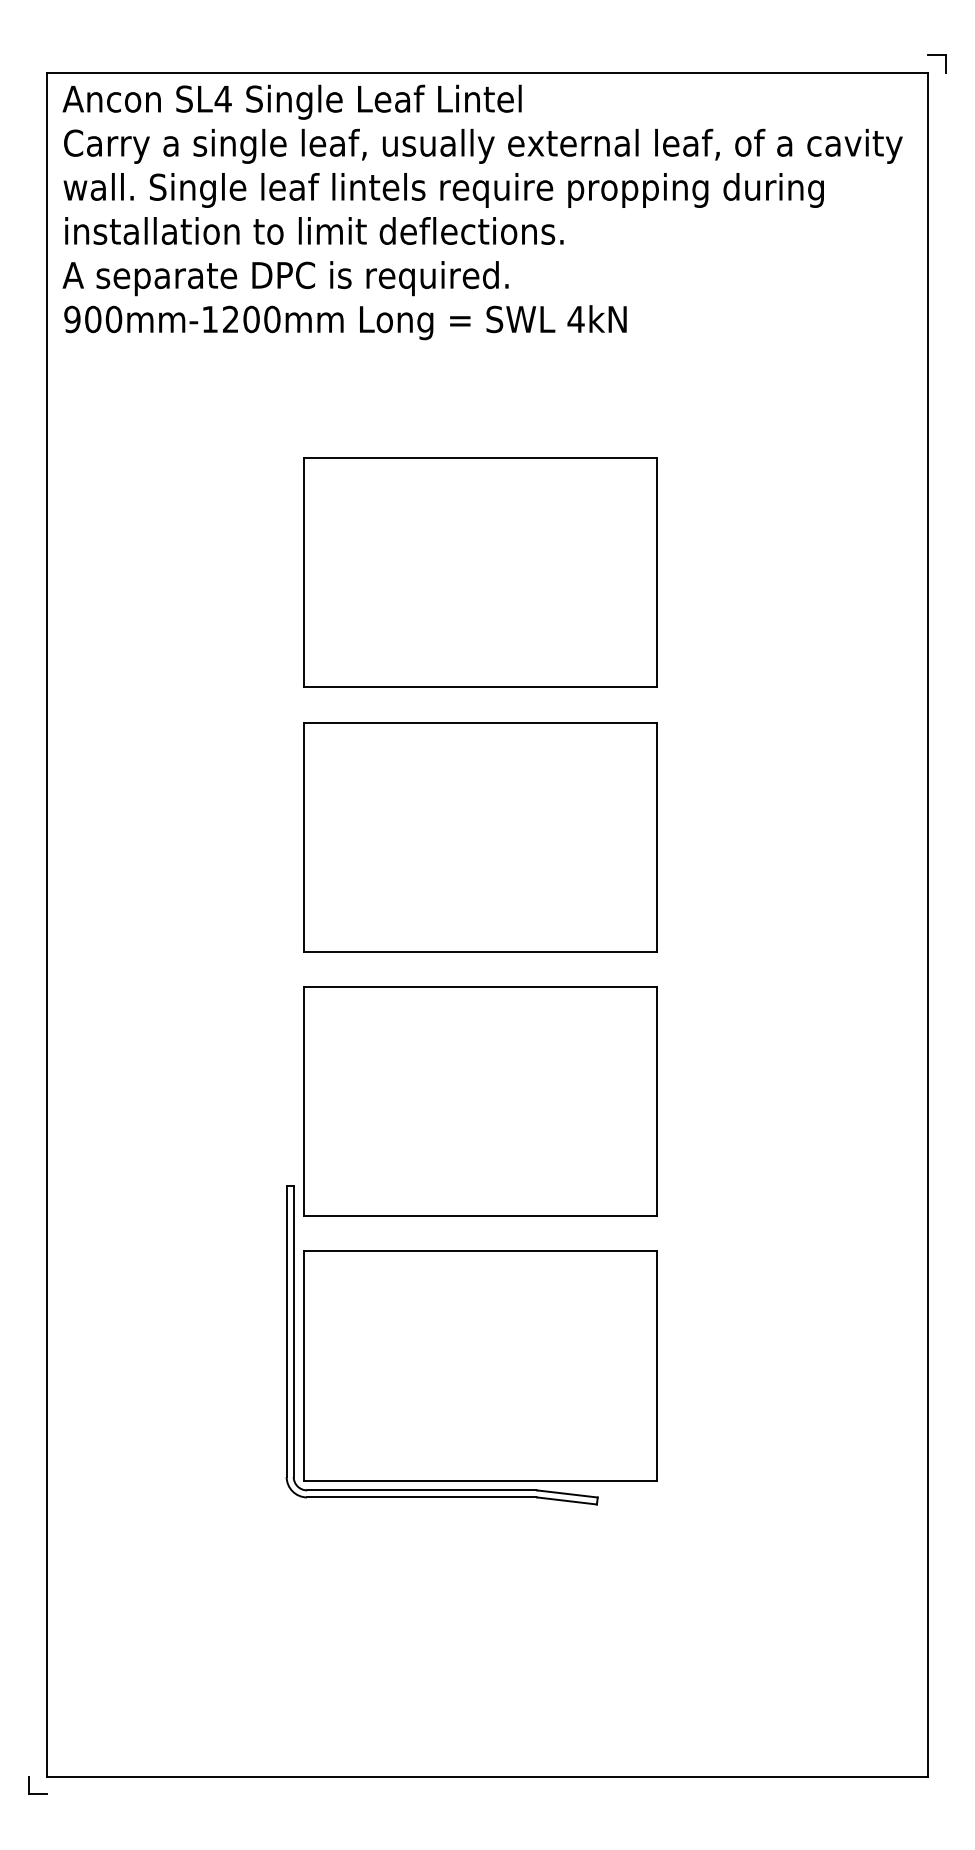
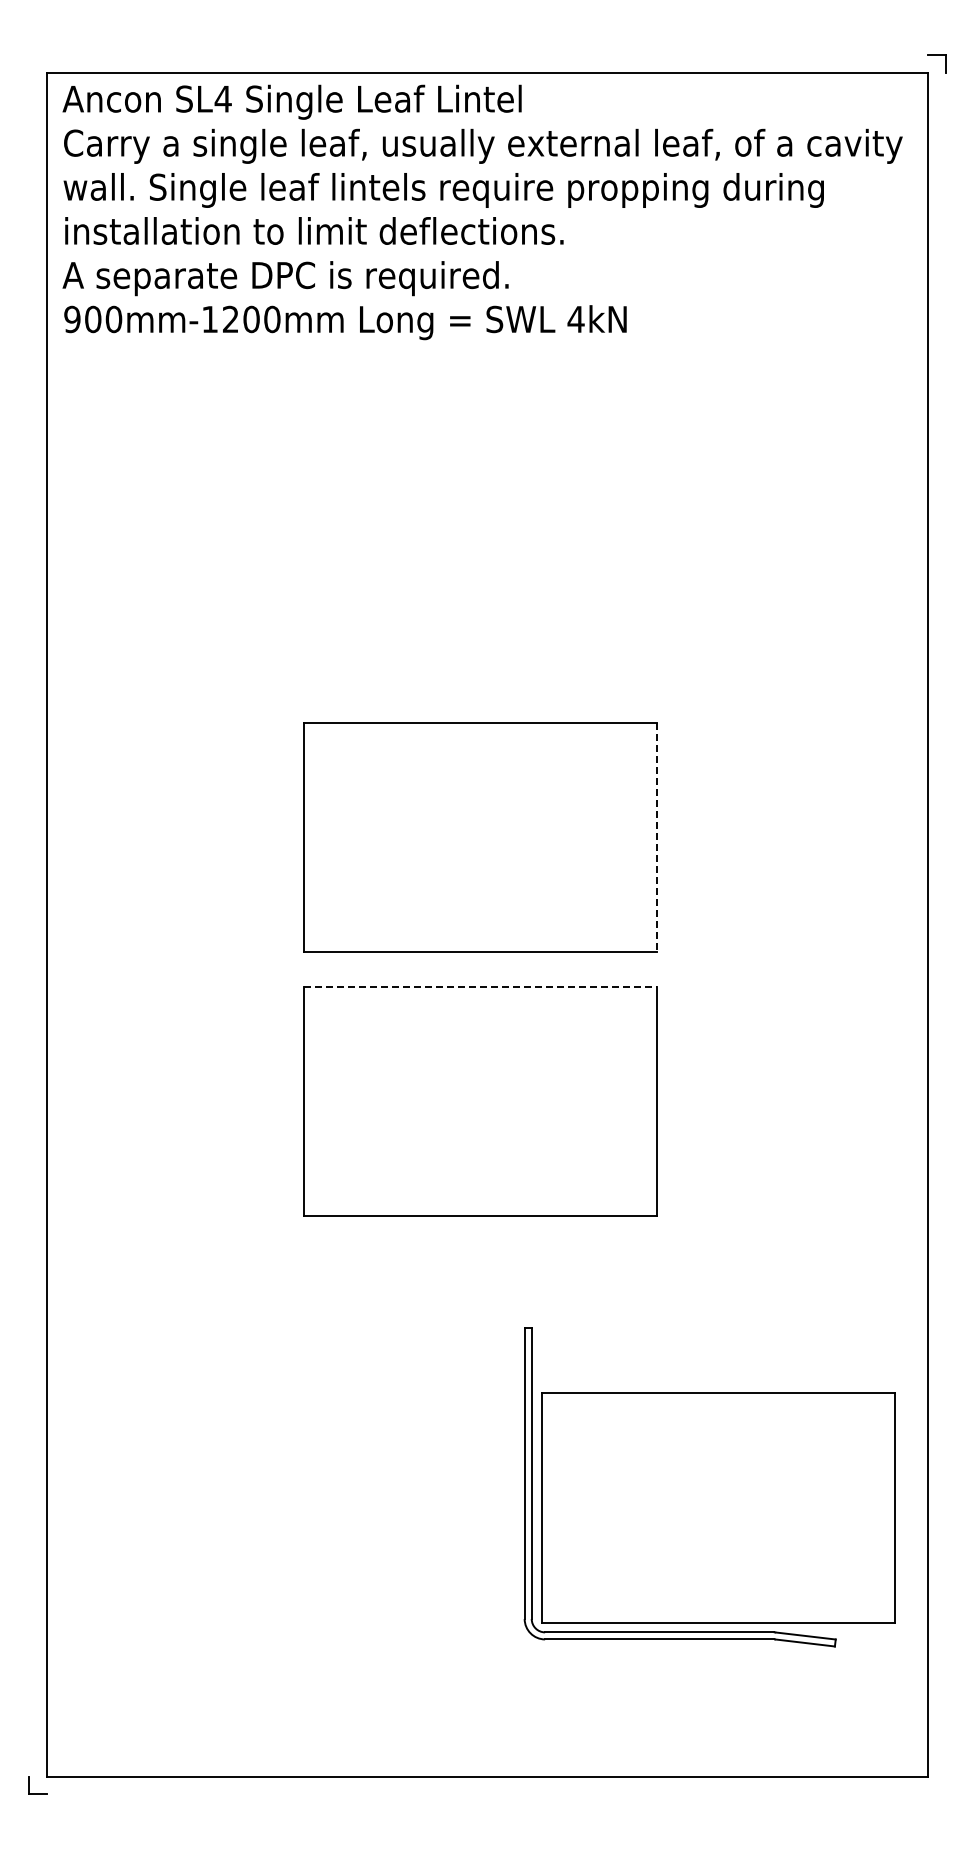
part at (480, 572): present -> none
line at (656, 837): solid -> dashed
line at (481, 987): solid -> dashed
part at (471, 1345) position: (471, 1345) -> (709, 1487)
